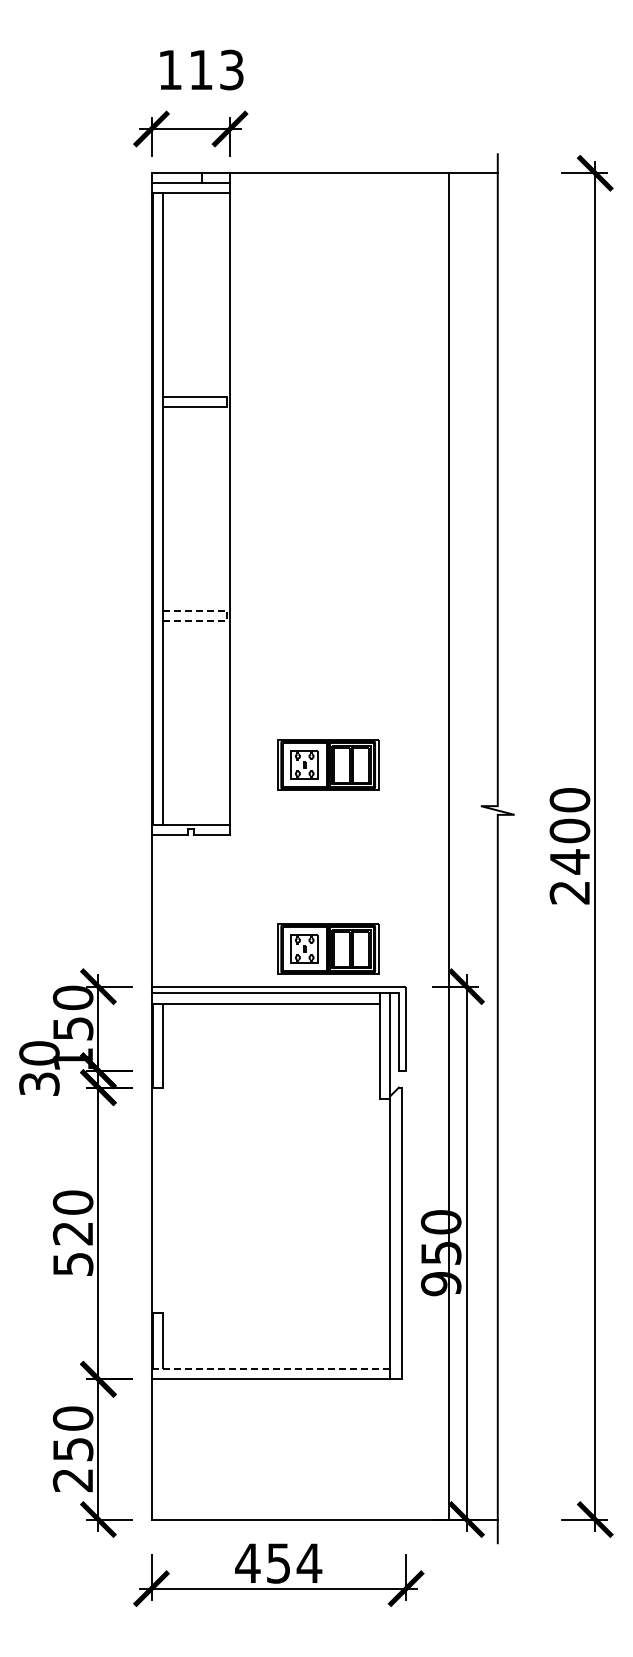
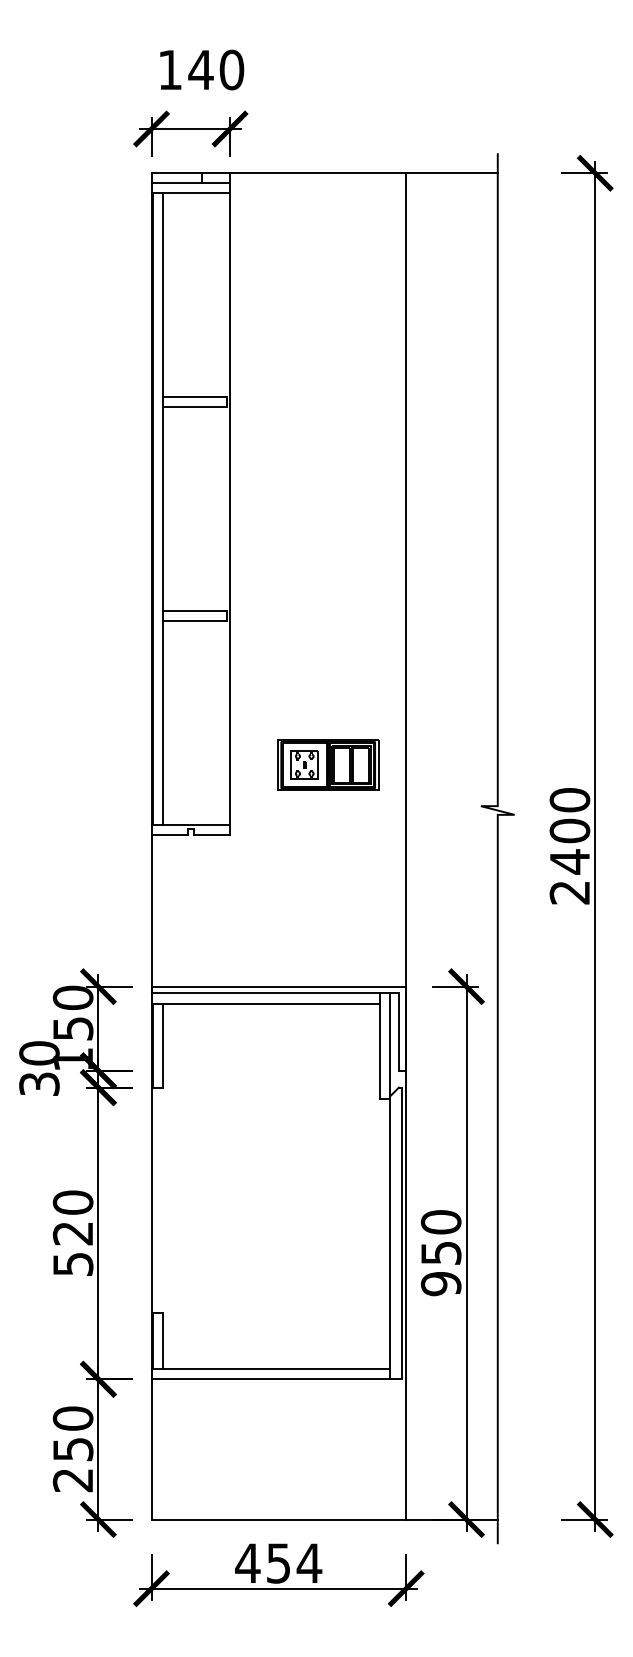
text at (216, 69): 113 -> 140
line at (227, 615): dashed -> solid
line at (449, 846) position: (449, 846) -> (406, 846)
part at (328, 948): present -> none
line at (271, 1369): dashed -> solid
